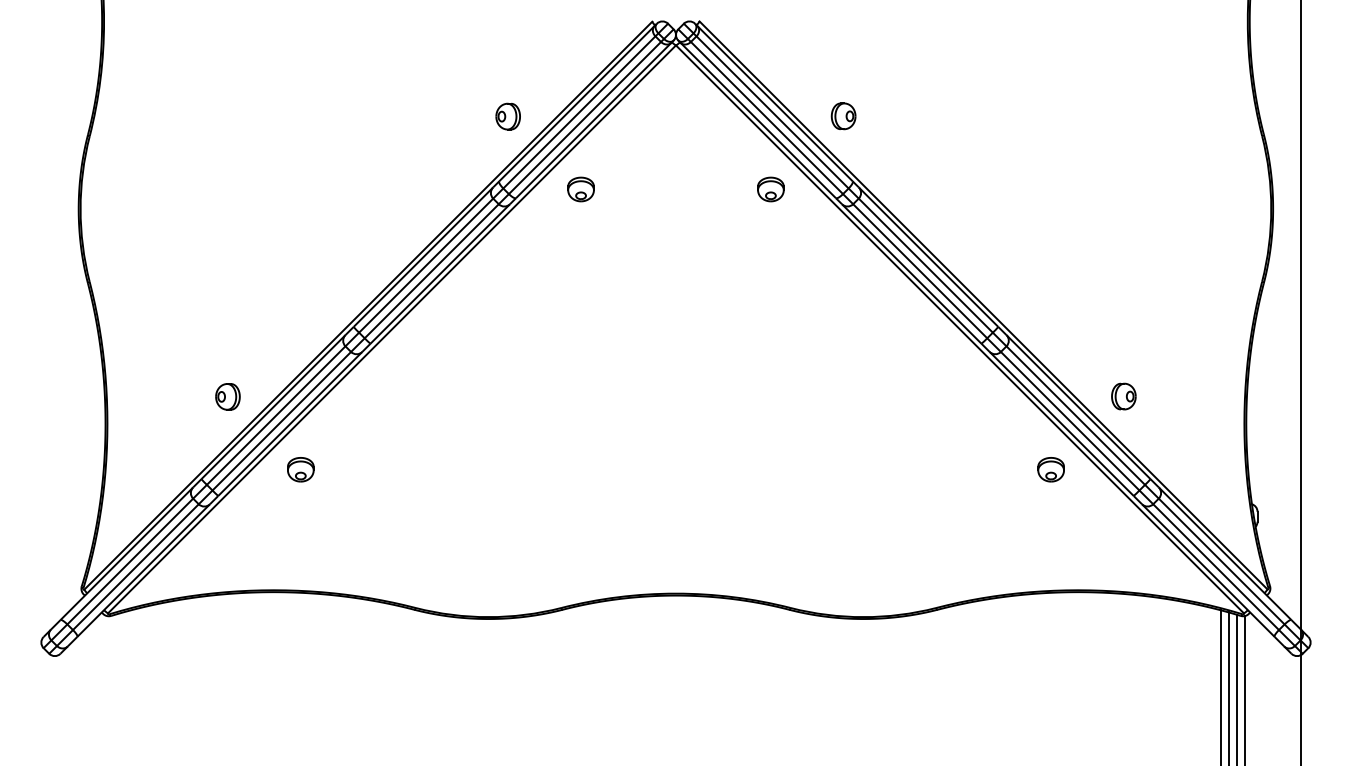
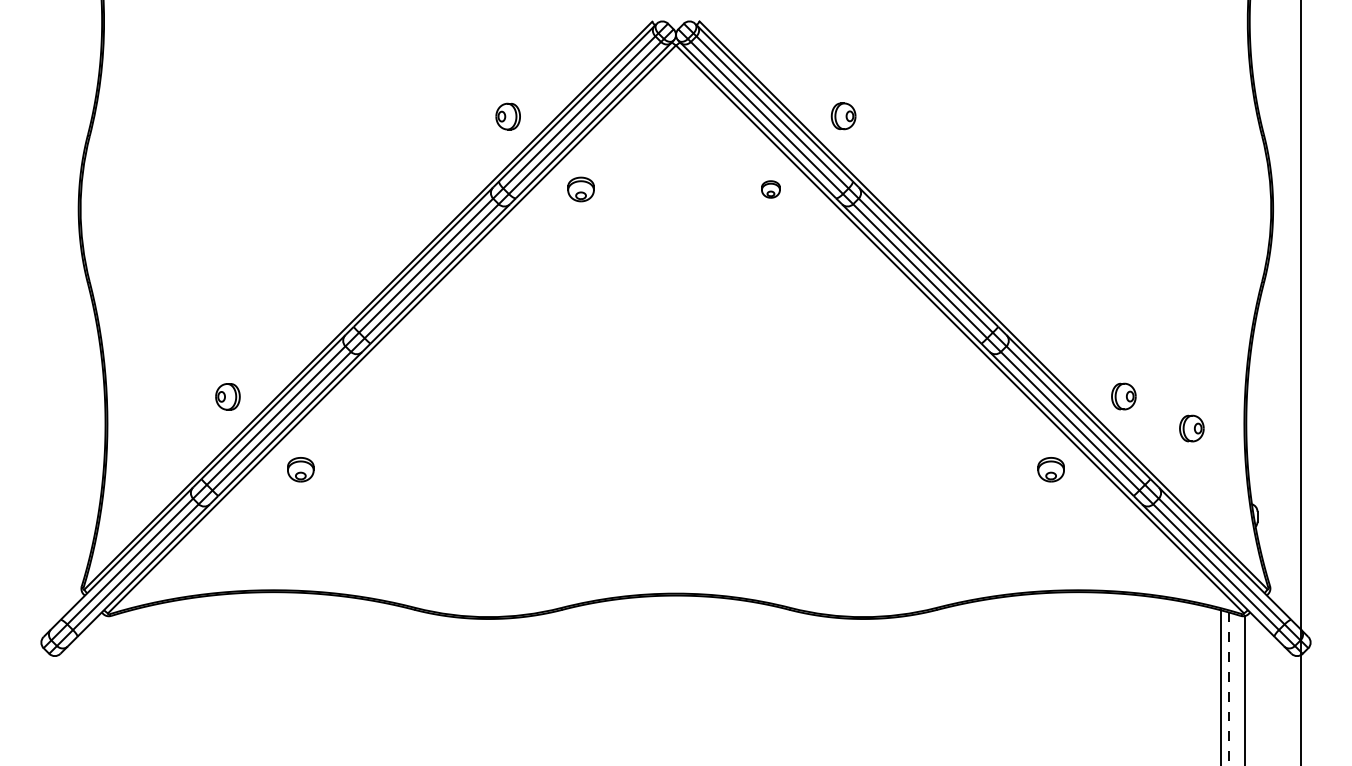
part at (770, 189) size: 28x27 px -> 20x19 px
part at (1191, 428): none -> present
line at (1236, 688): present -> none
line at (1228, 689): solid -> dashed
